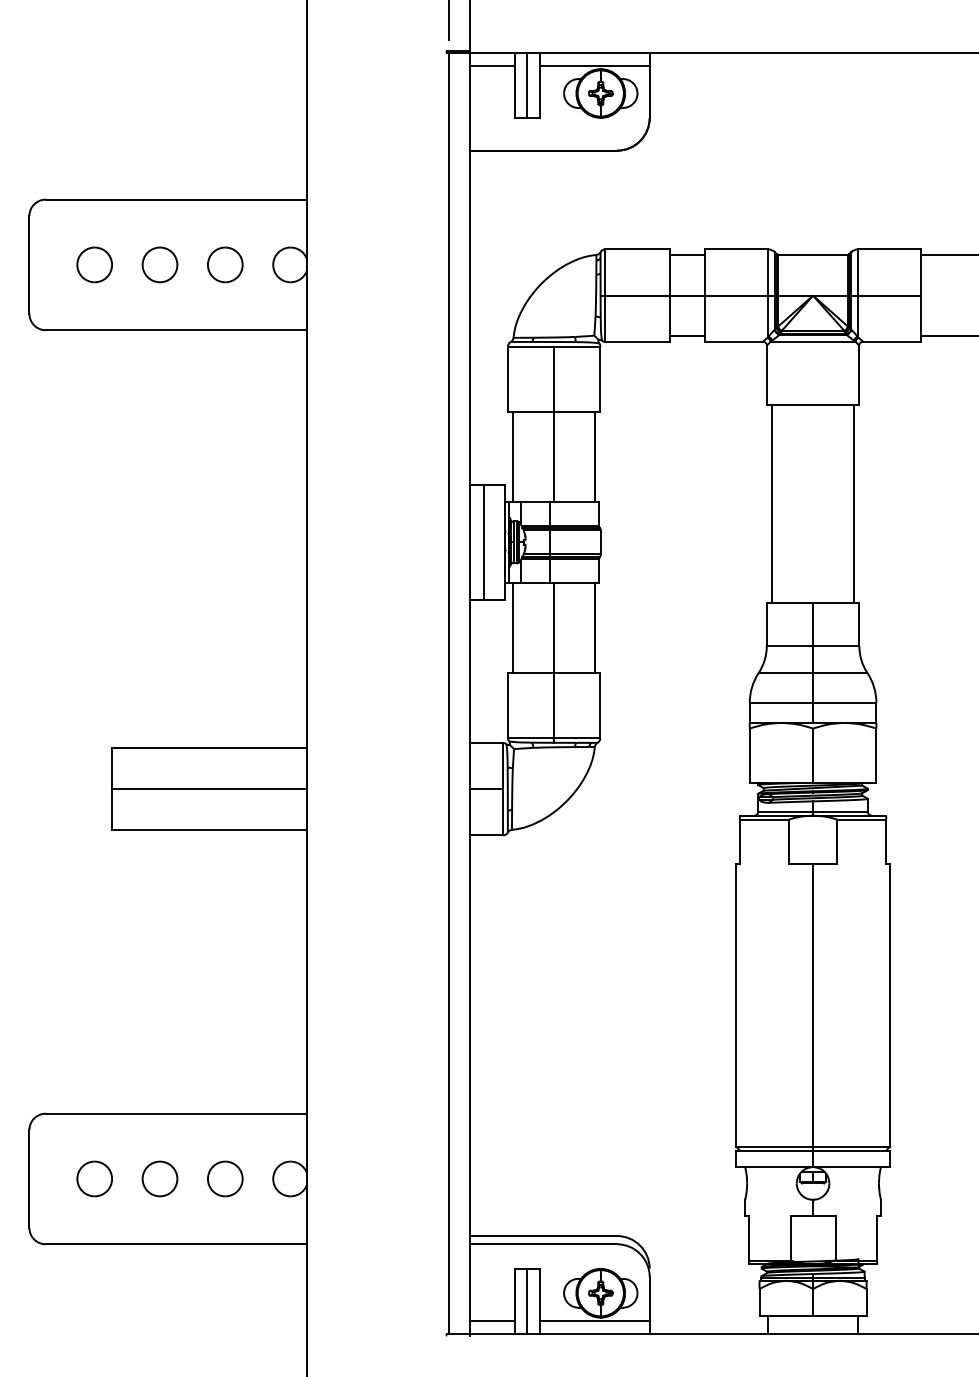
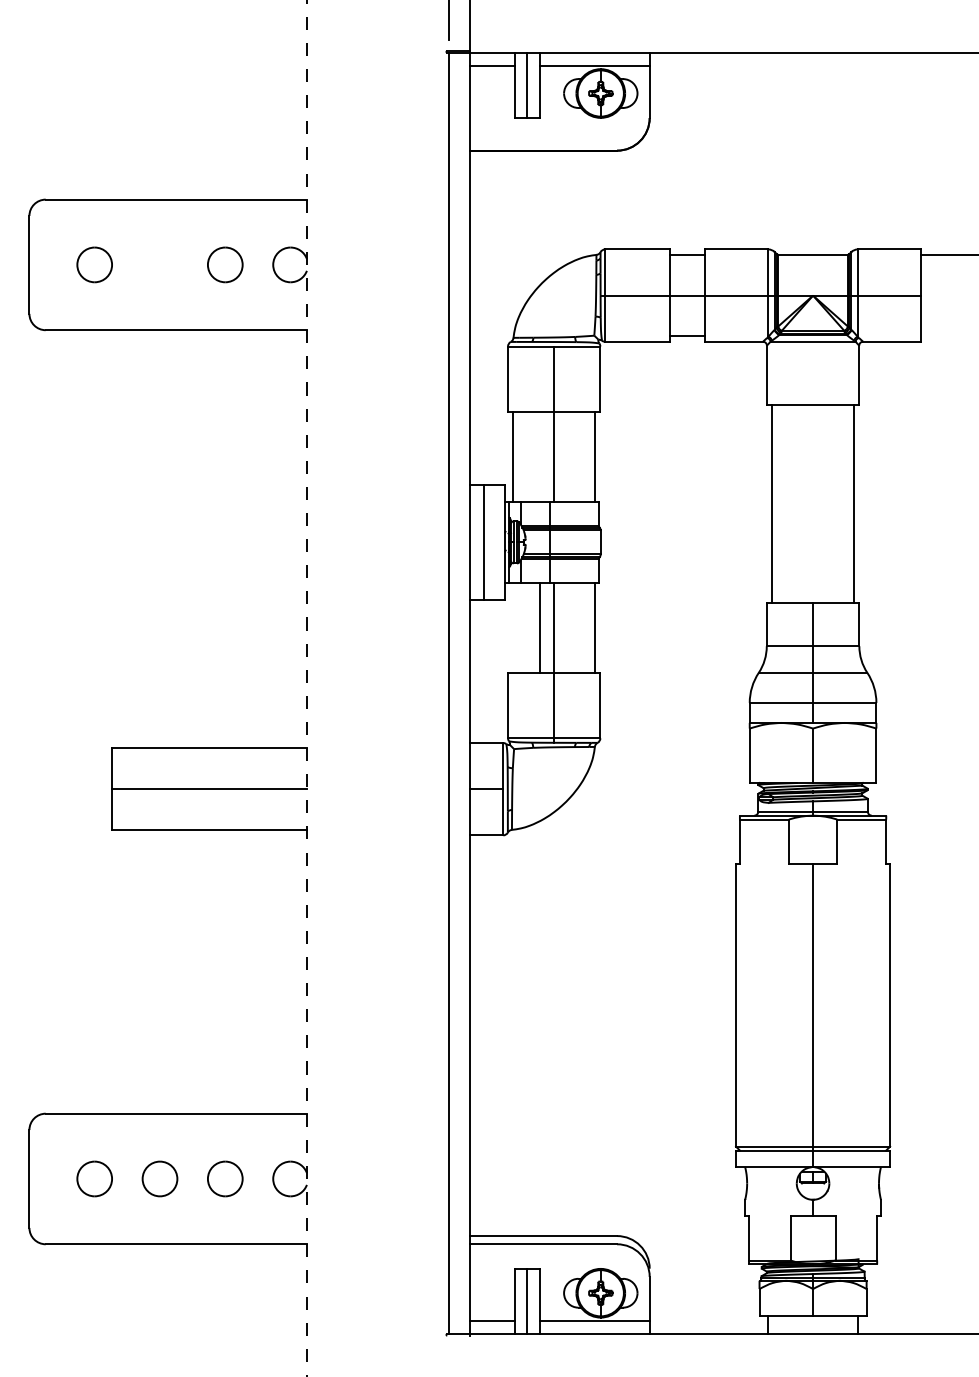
part at (159, 264): present -> none
line at (948, 336): present -> none
line at (513, 627) position: (513, 627) -> (540, 627)
line at (306, 688): solid -> dashed
